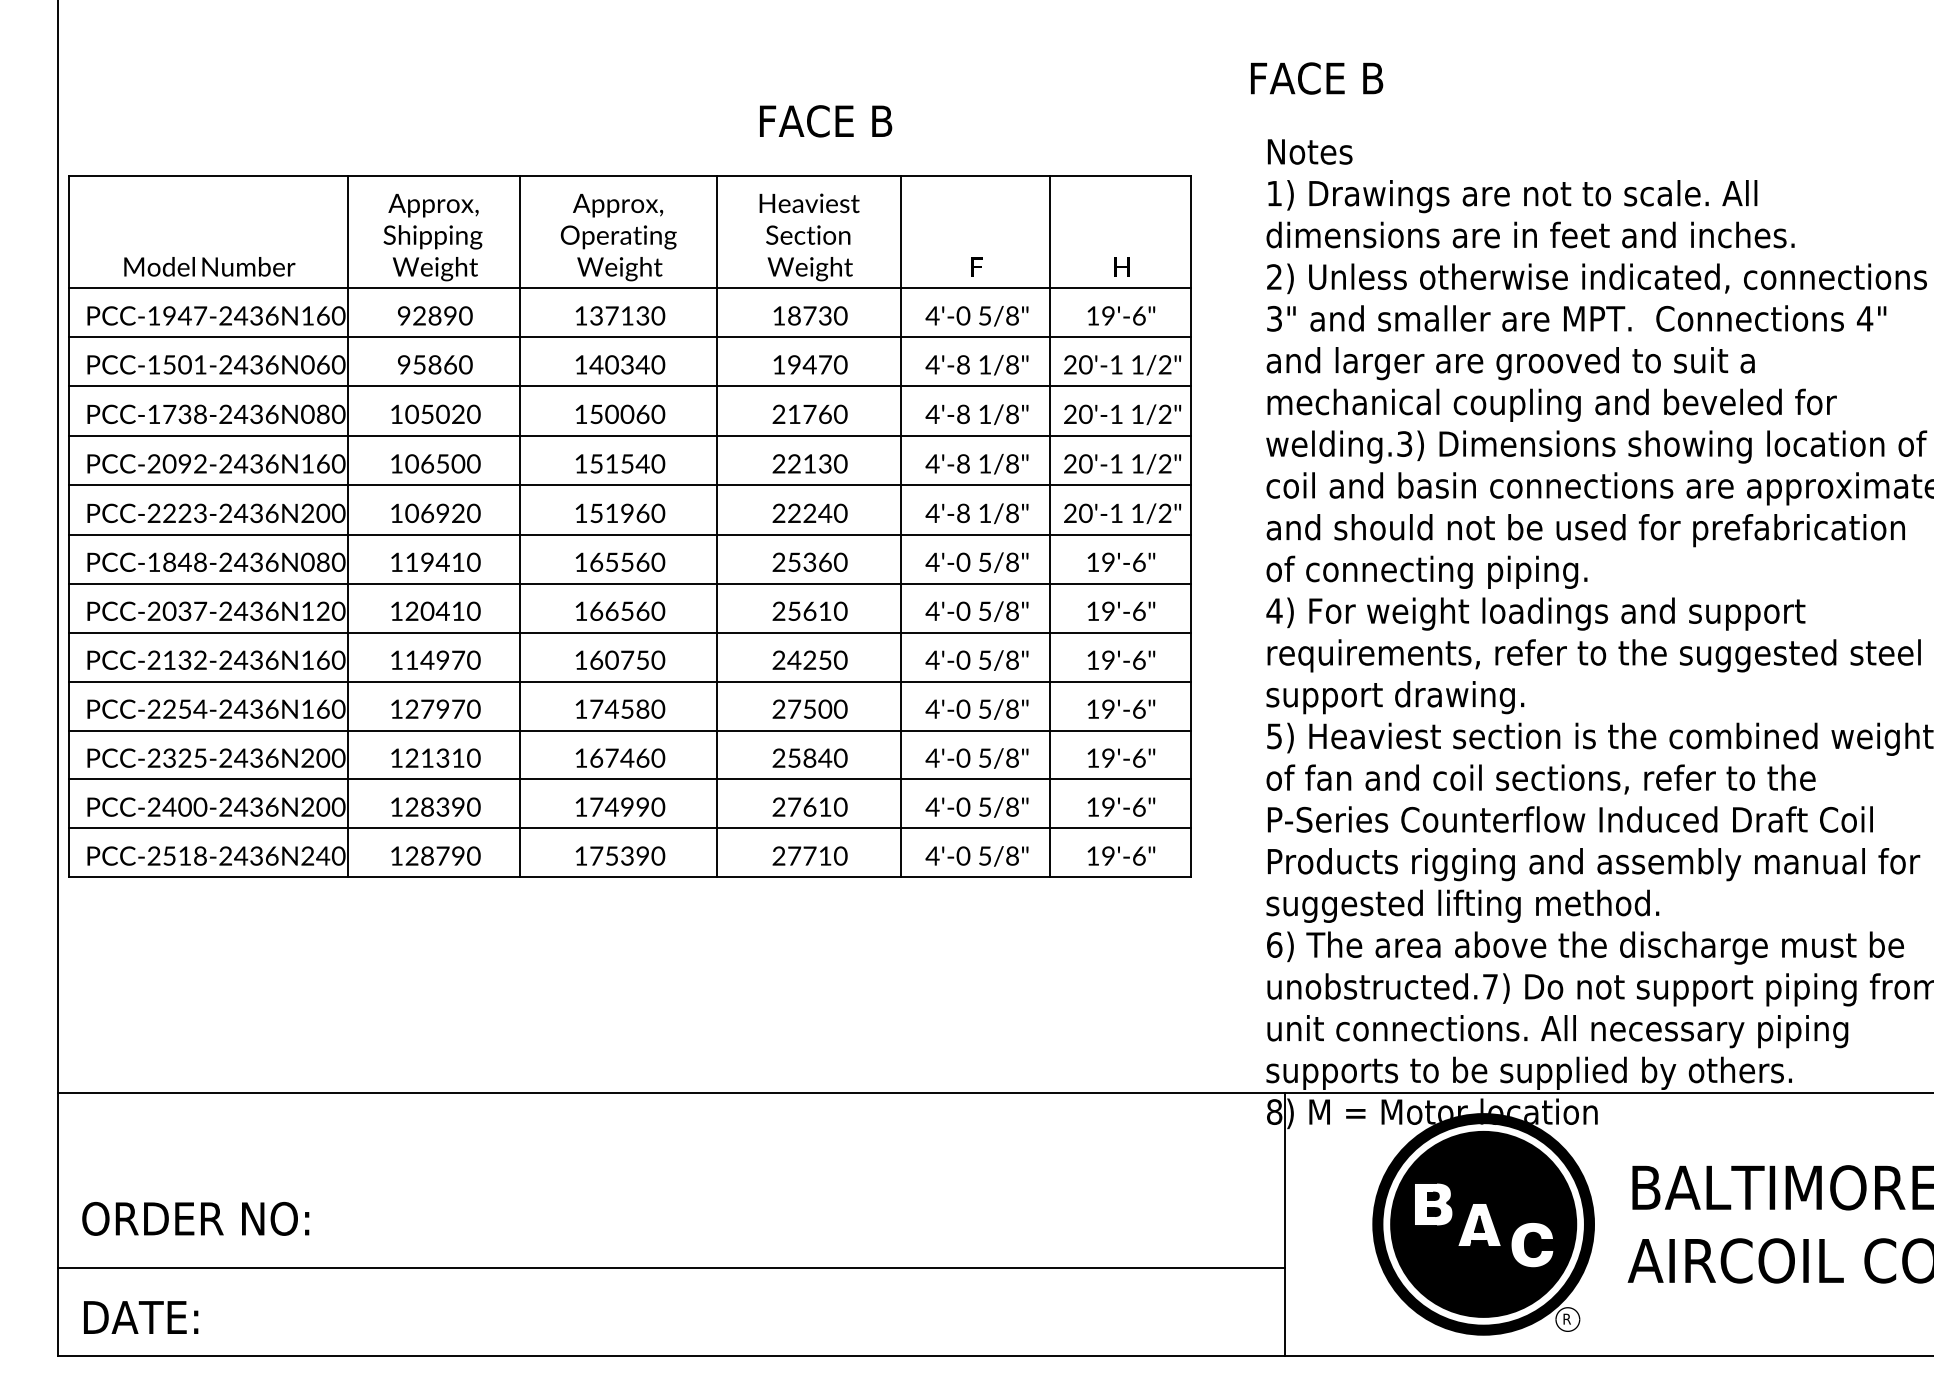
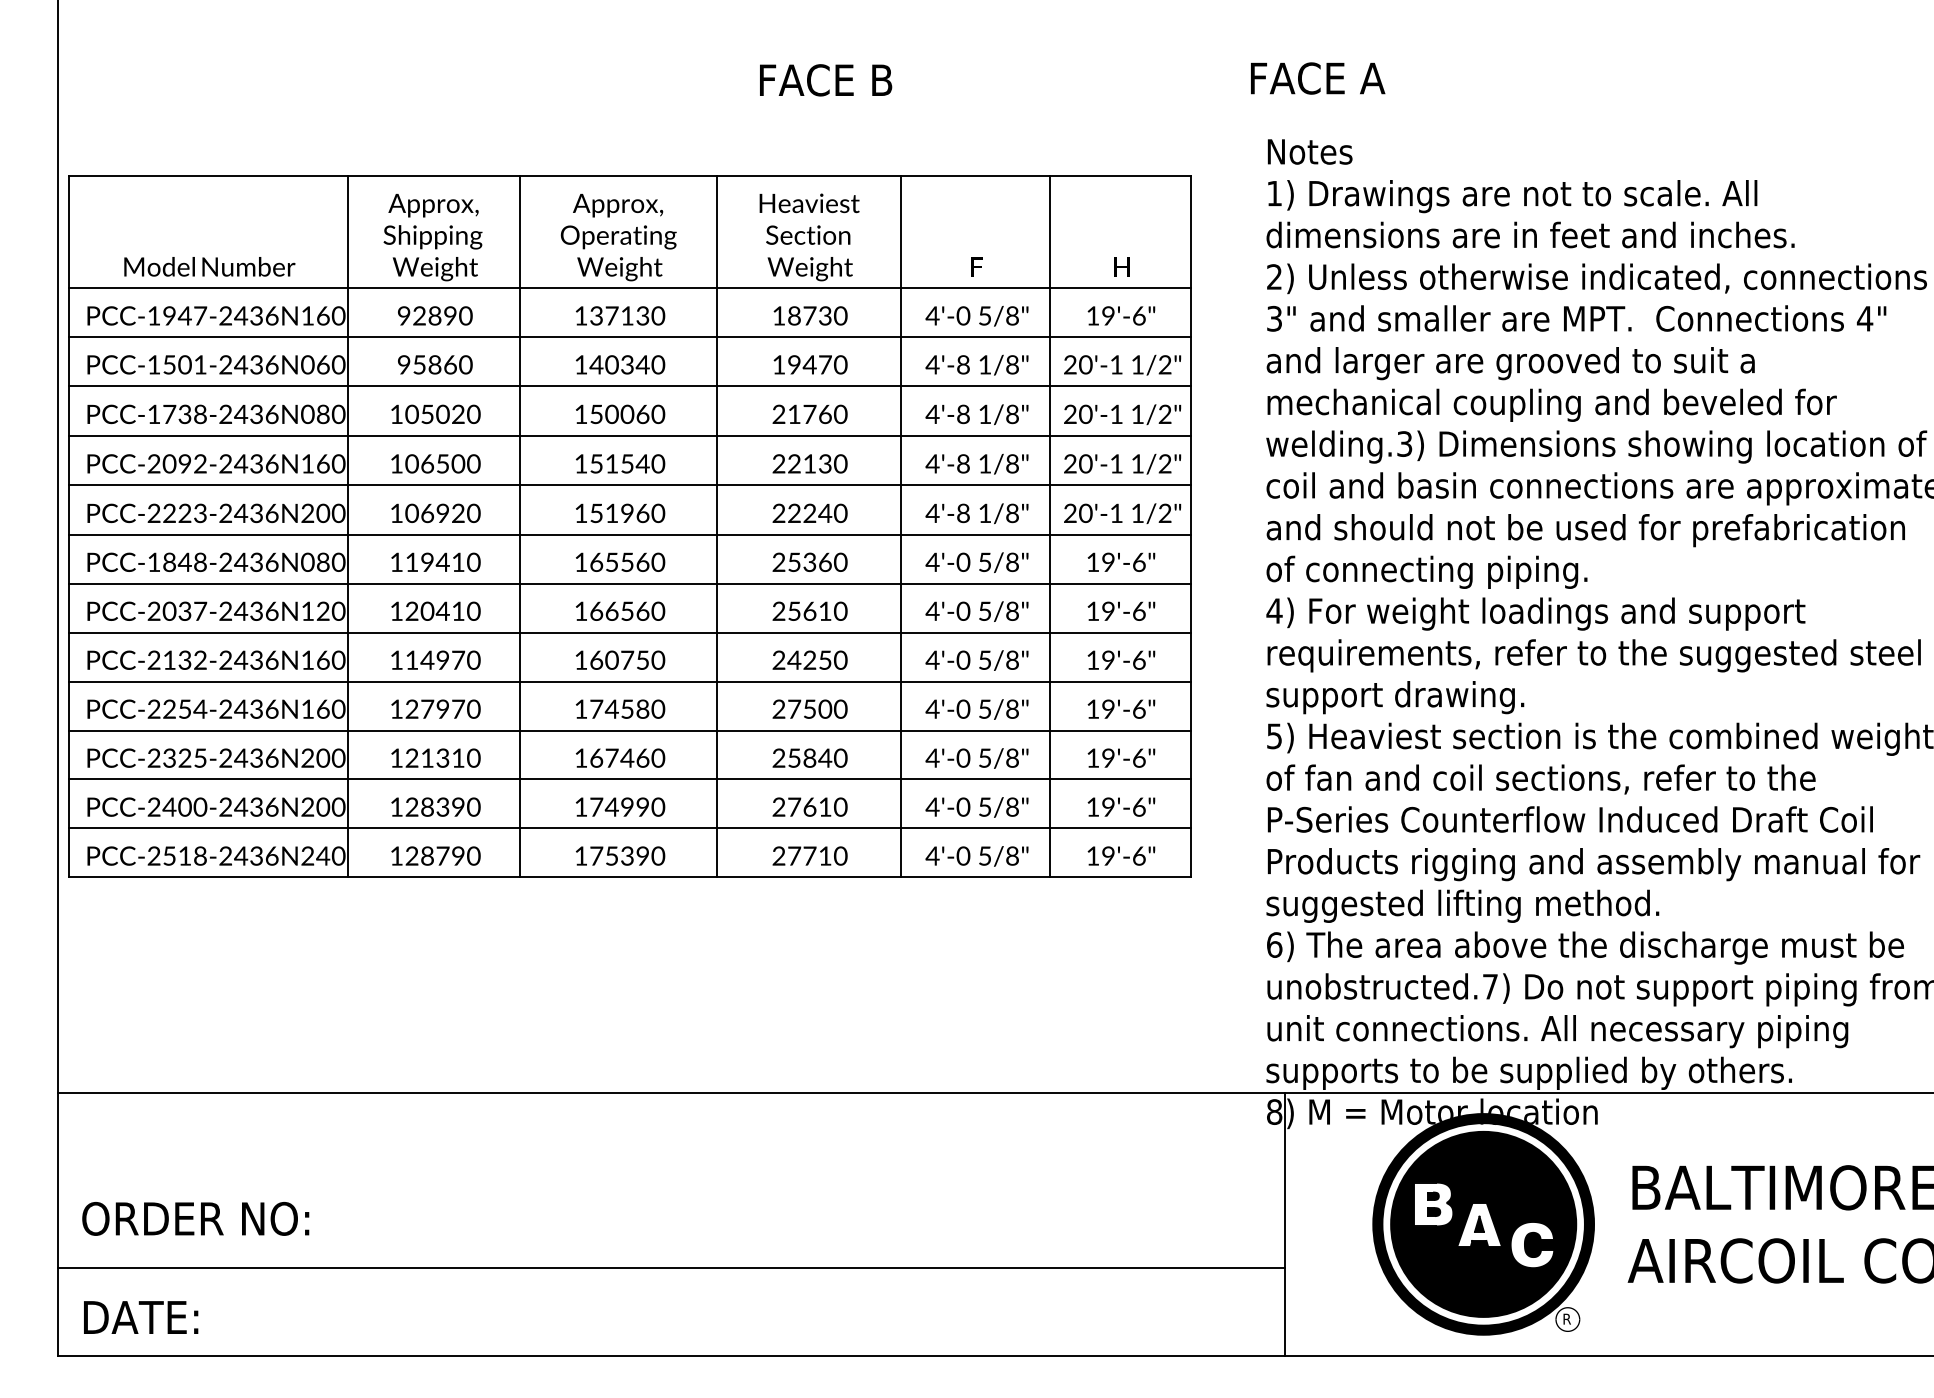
text at (1372, 78): FACE B -> FACE A
text at (826, 121) position: (826, 121) -> (826, 80)
